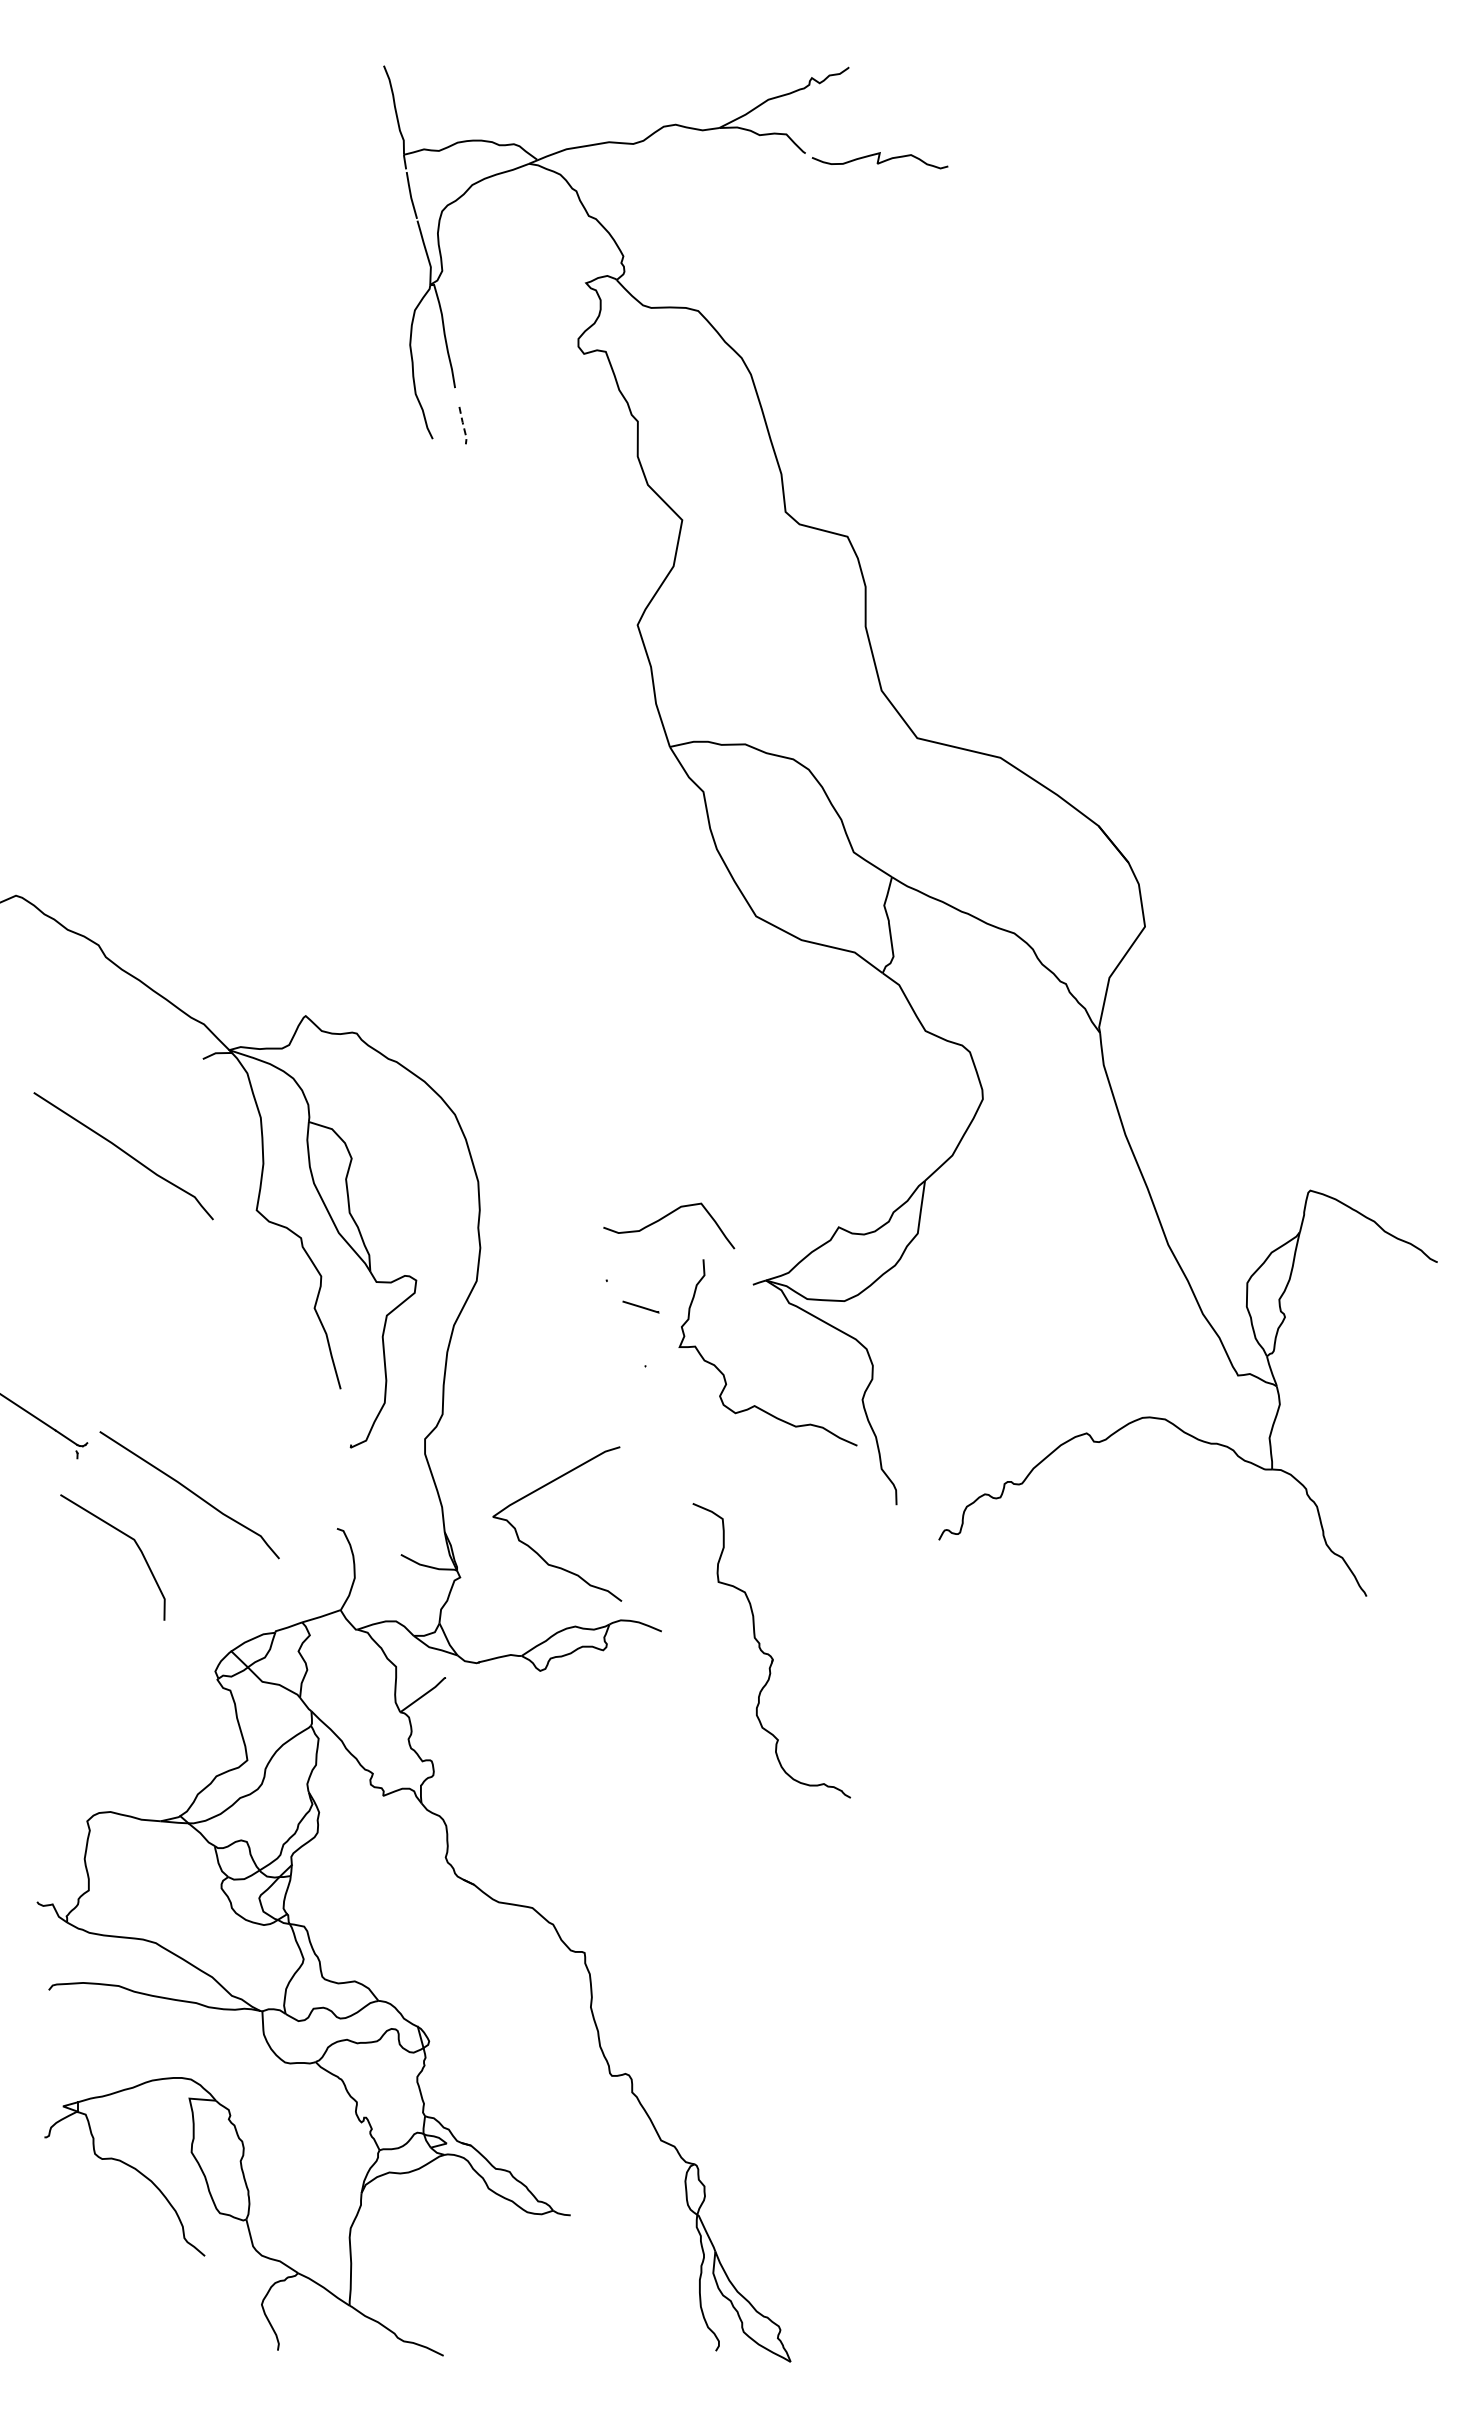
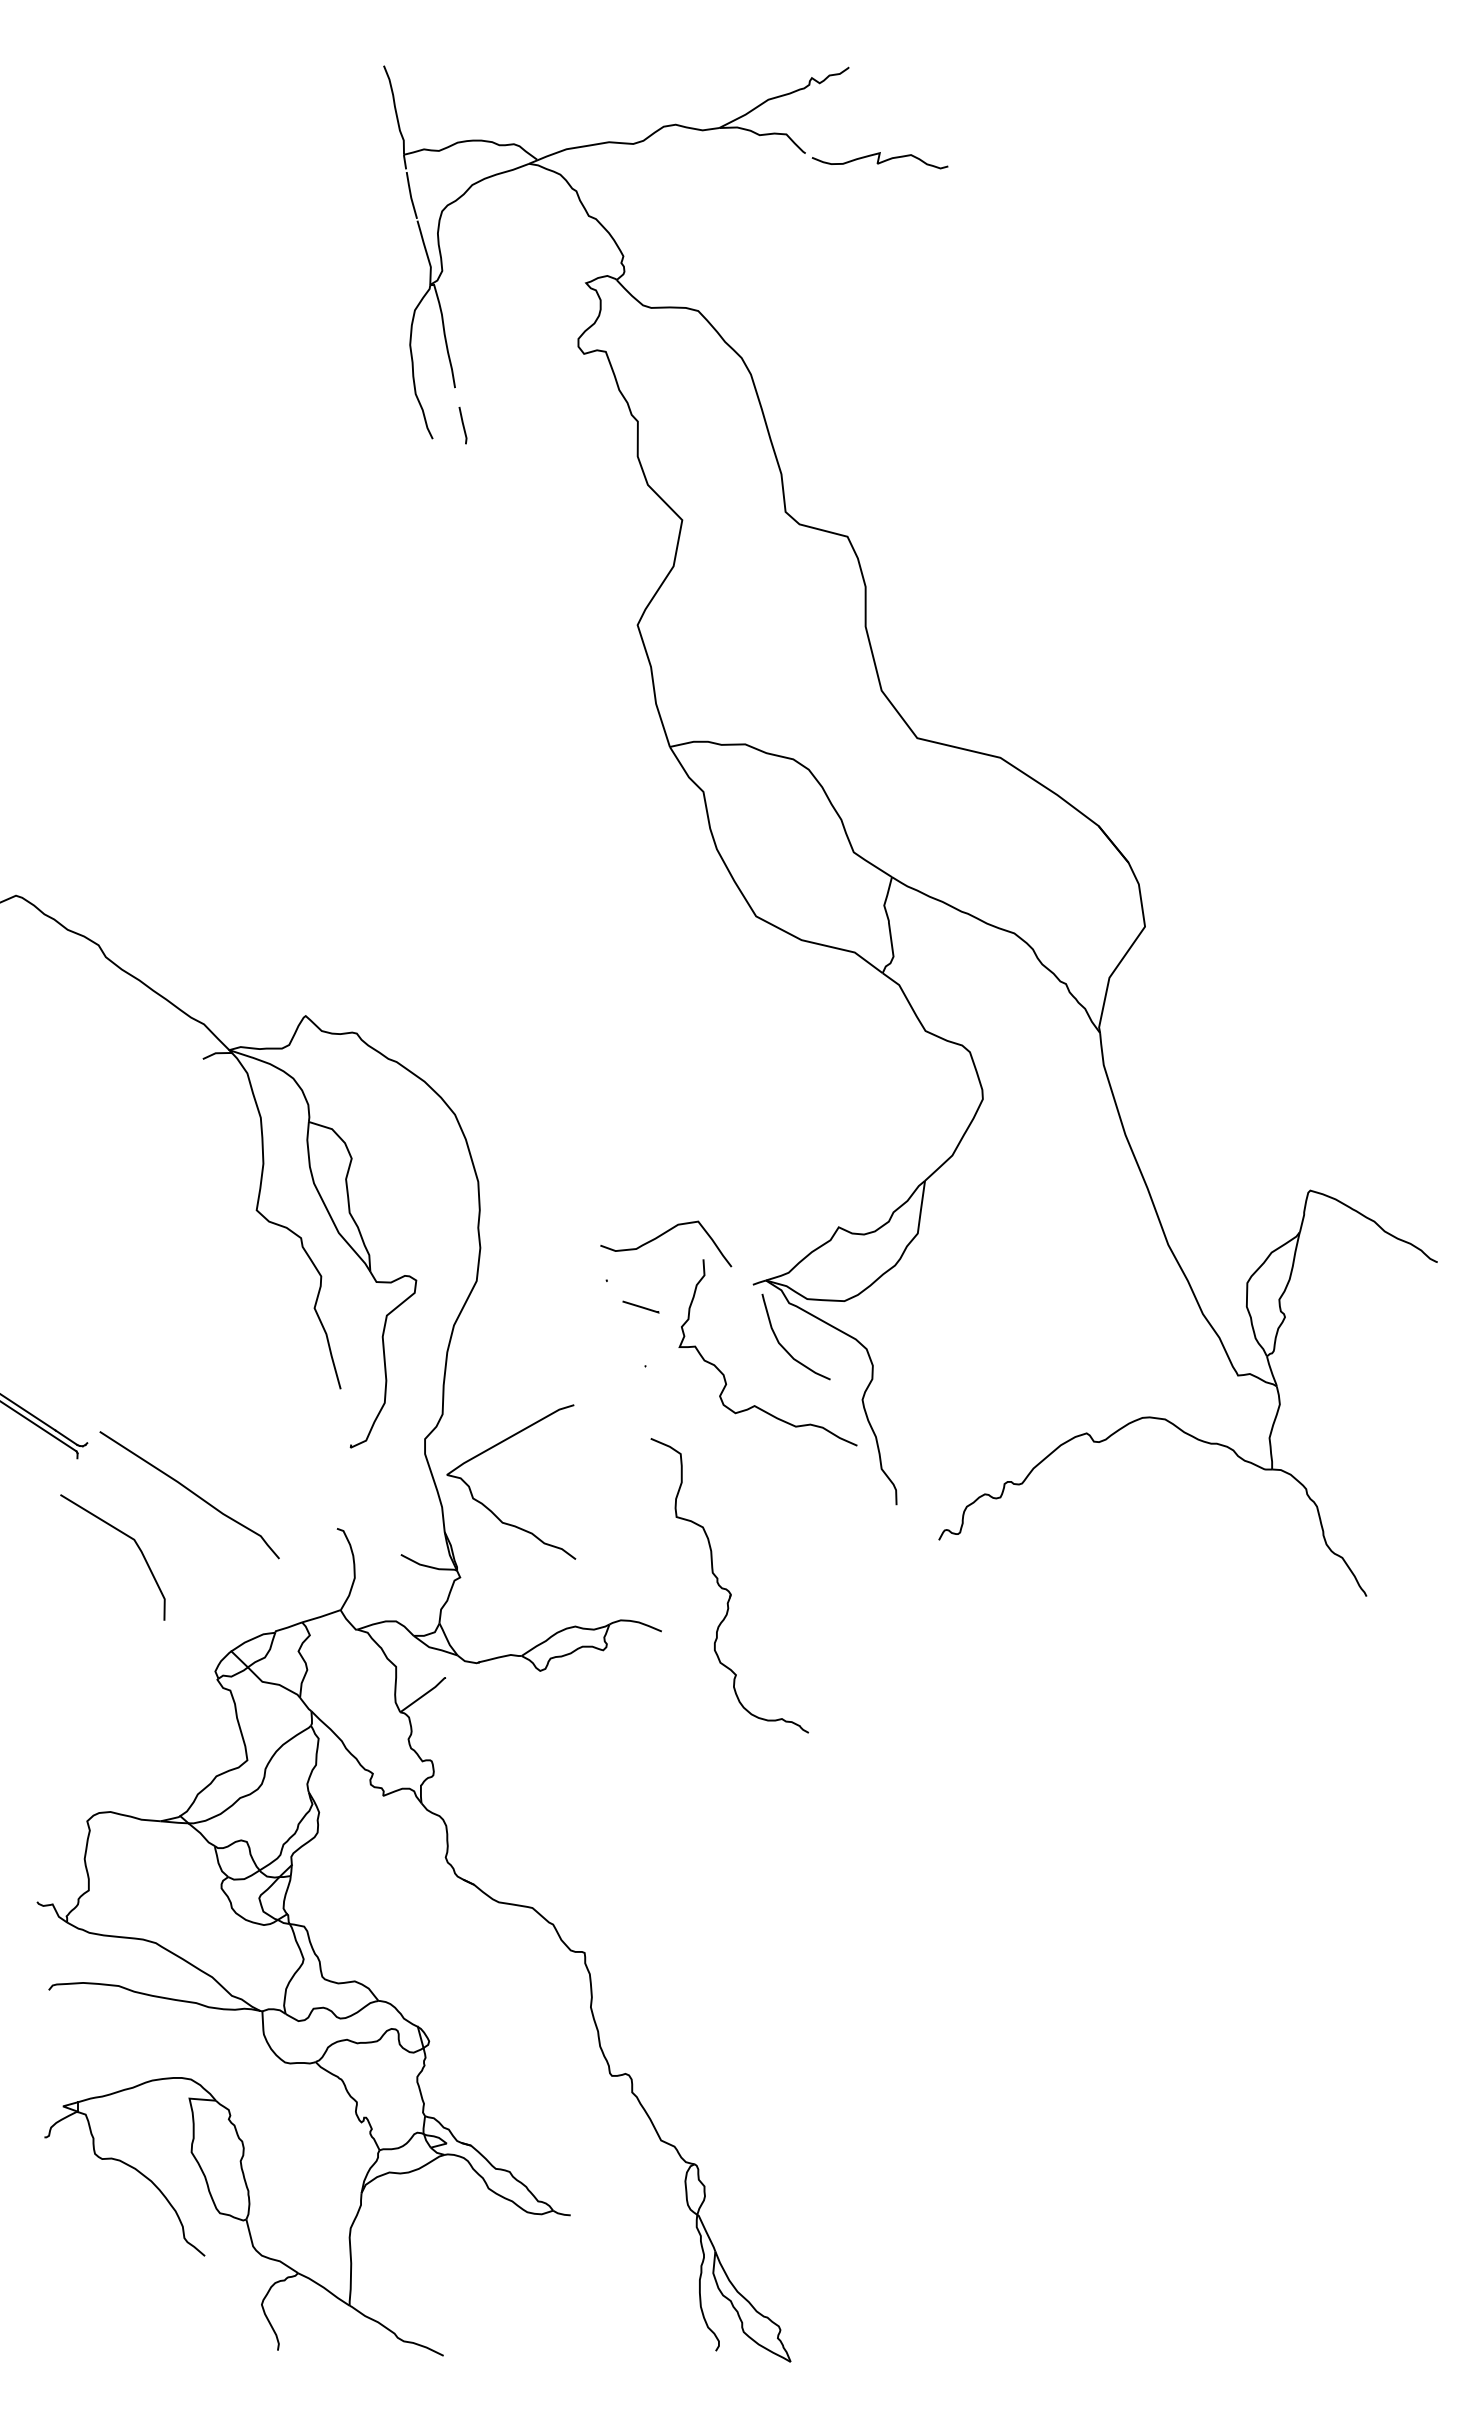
line at (463, 426): dashed -> solid
curve at (124, 1153): present -> none
curve at (664, 1218) position: (664, 1218) -> (661, 1236)
curve at (784, 1347): none -> present
line at (39, 1426): none -> present
curve at (534, 1549) position: (534, 1549) -> (488, 1507)
part at (771, 1650) position: (771, 1650) -> (729, 1585)
